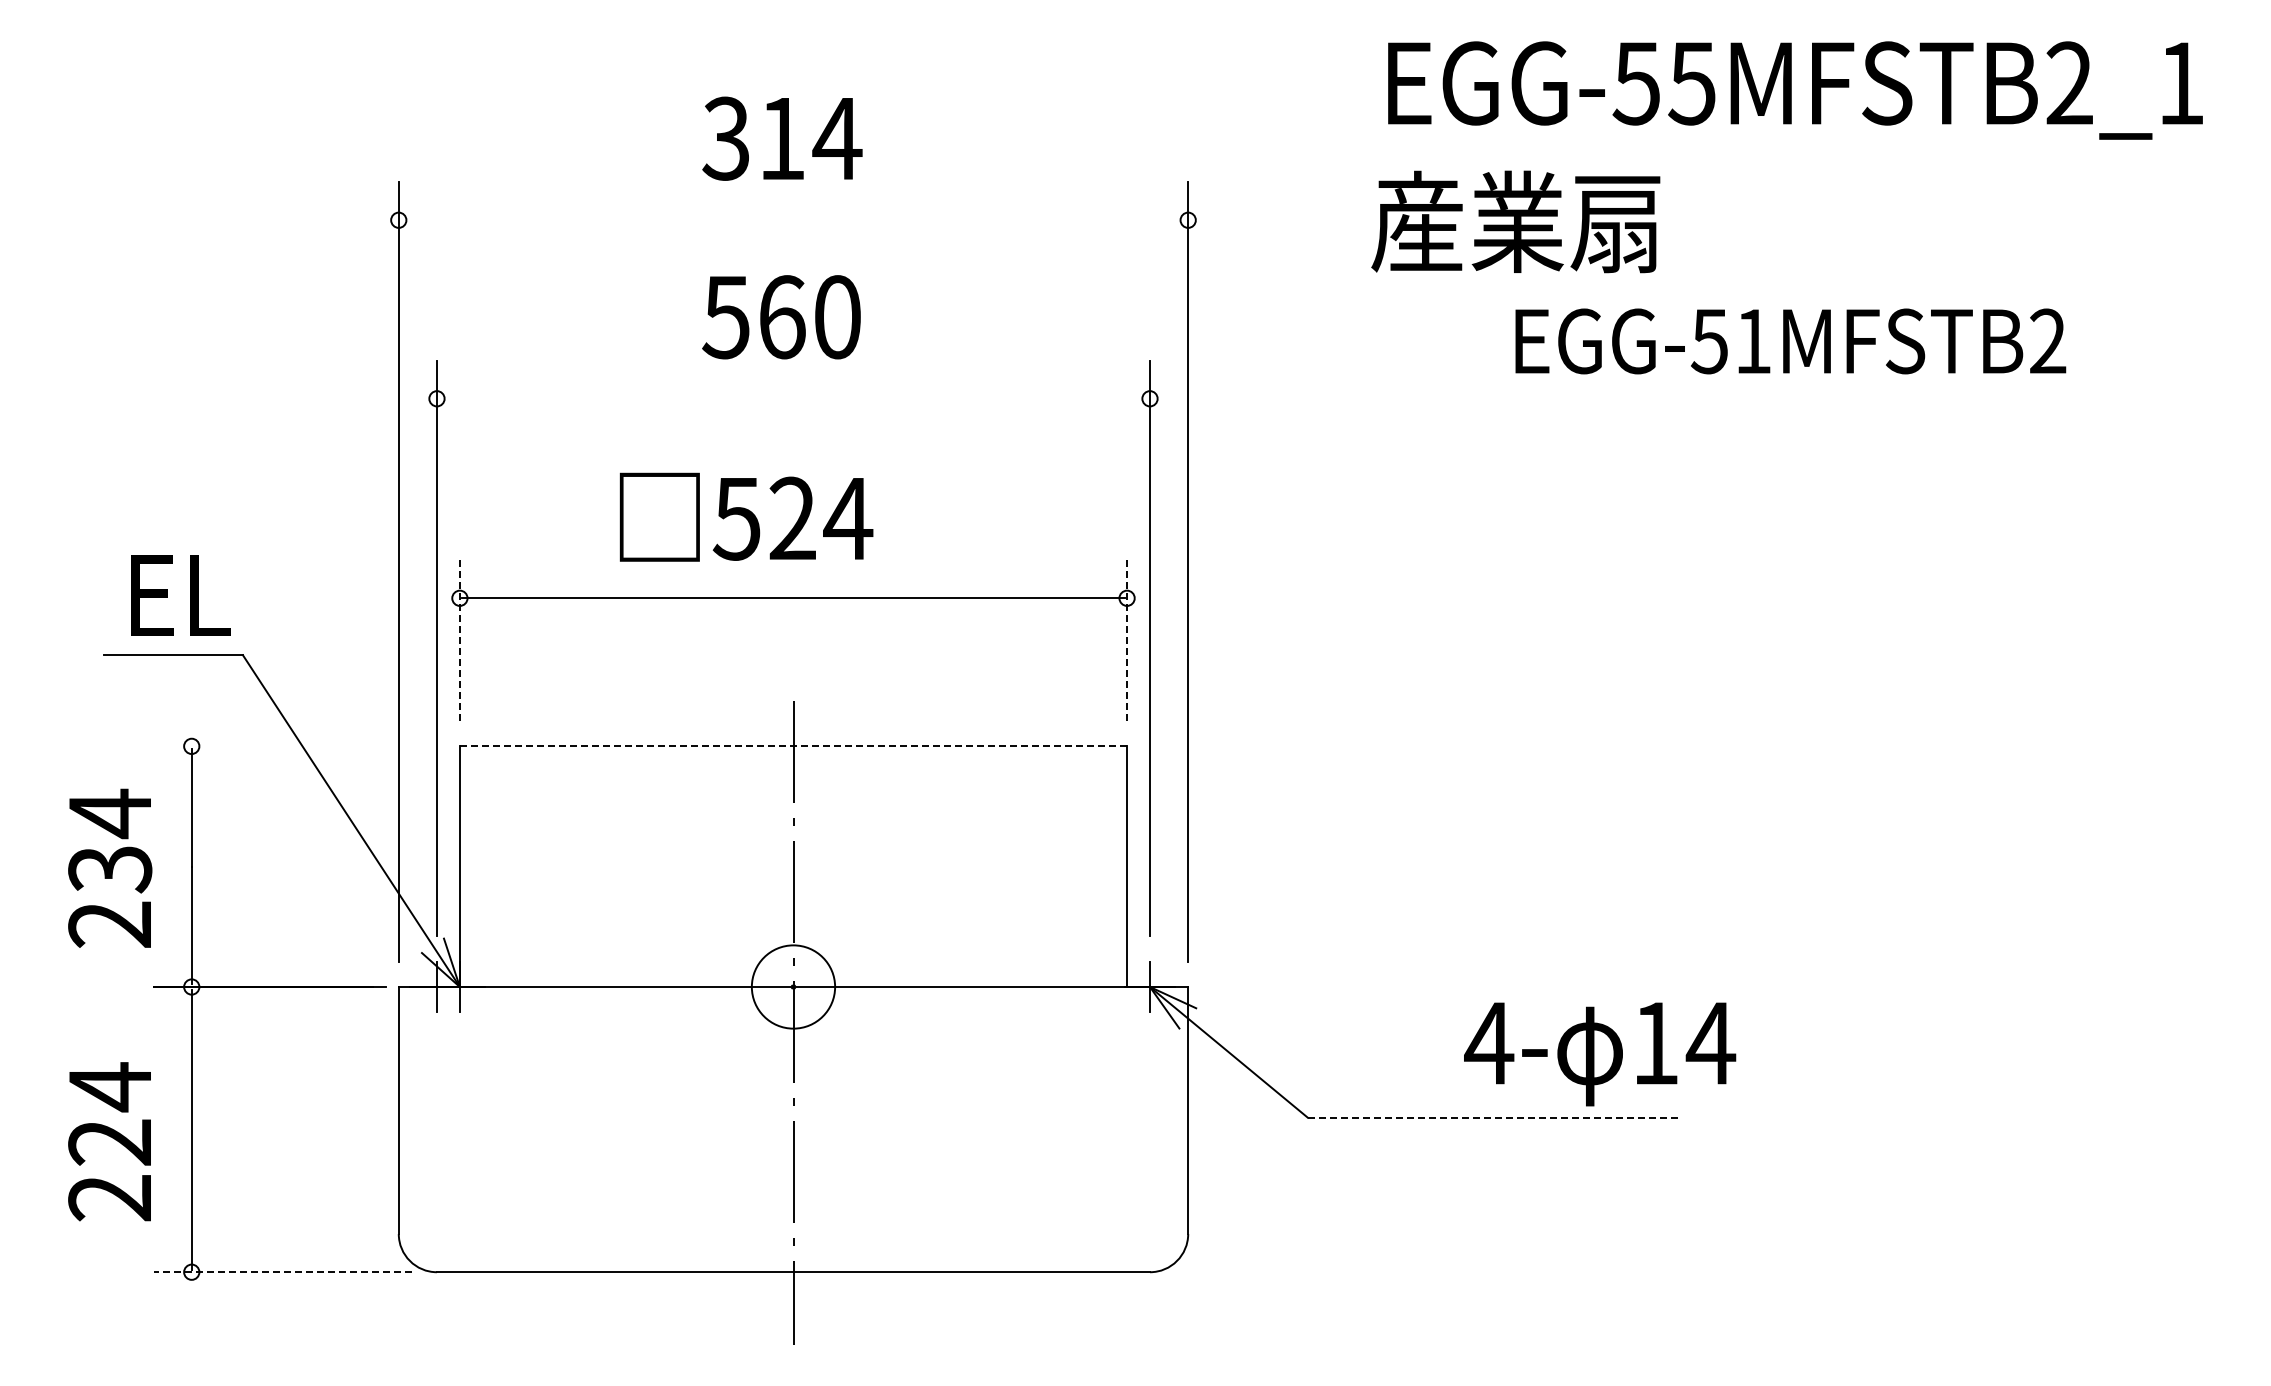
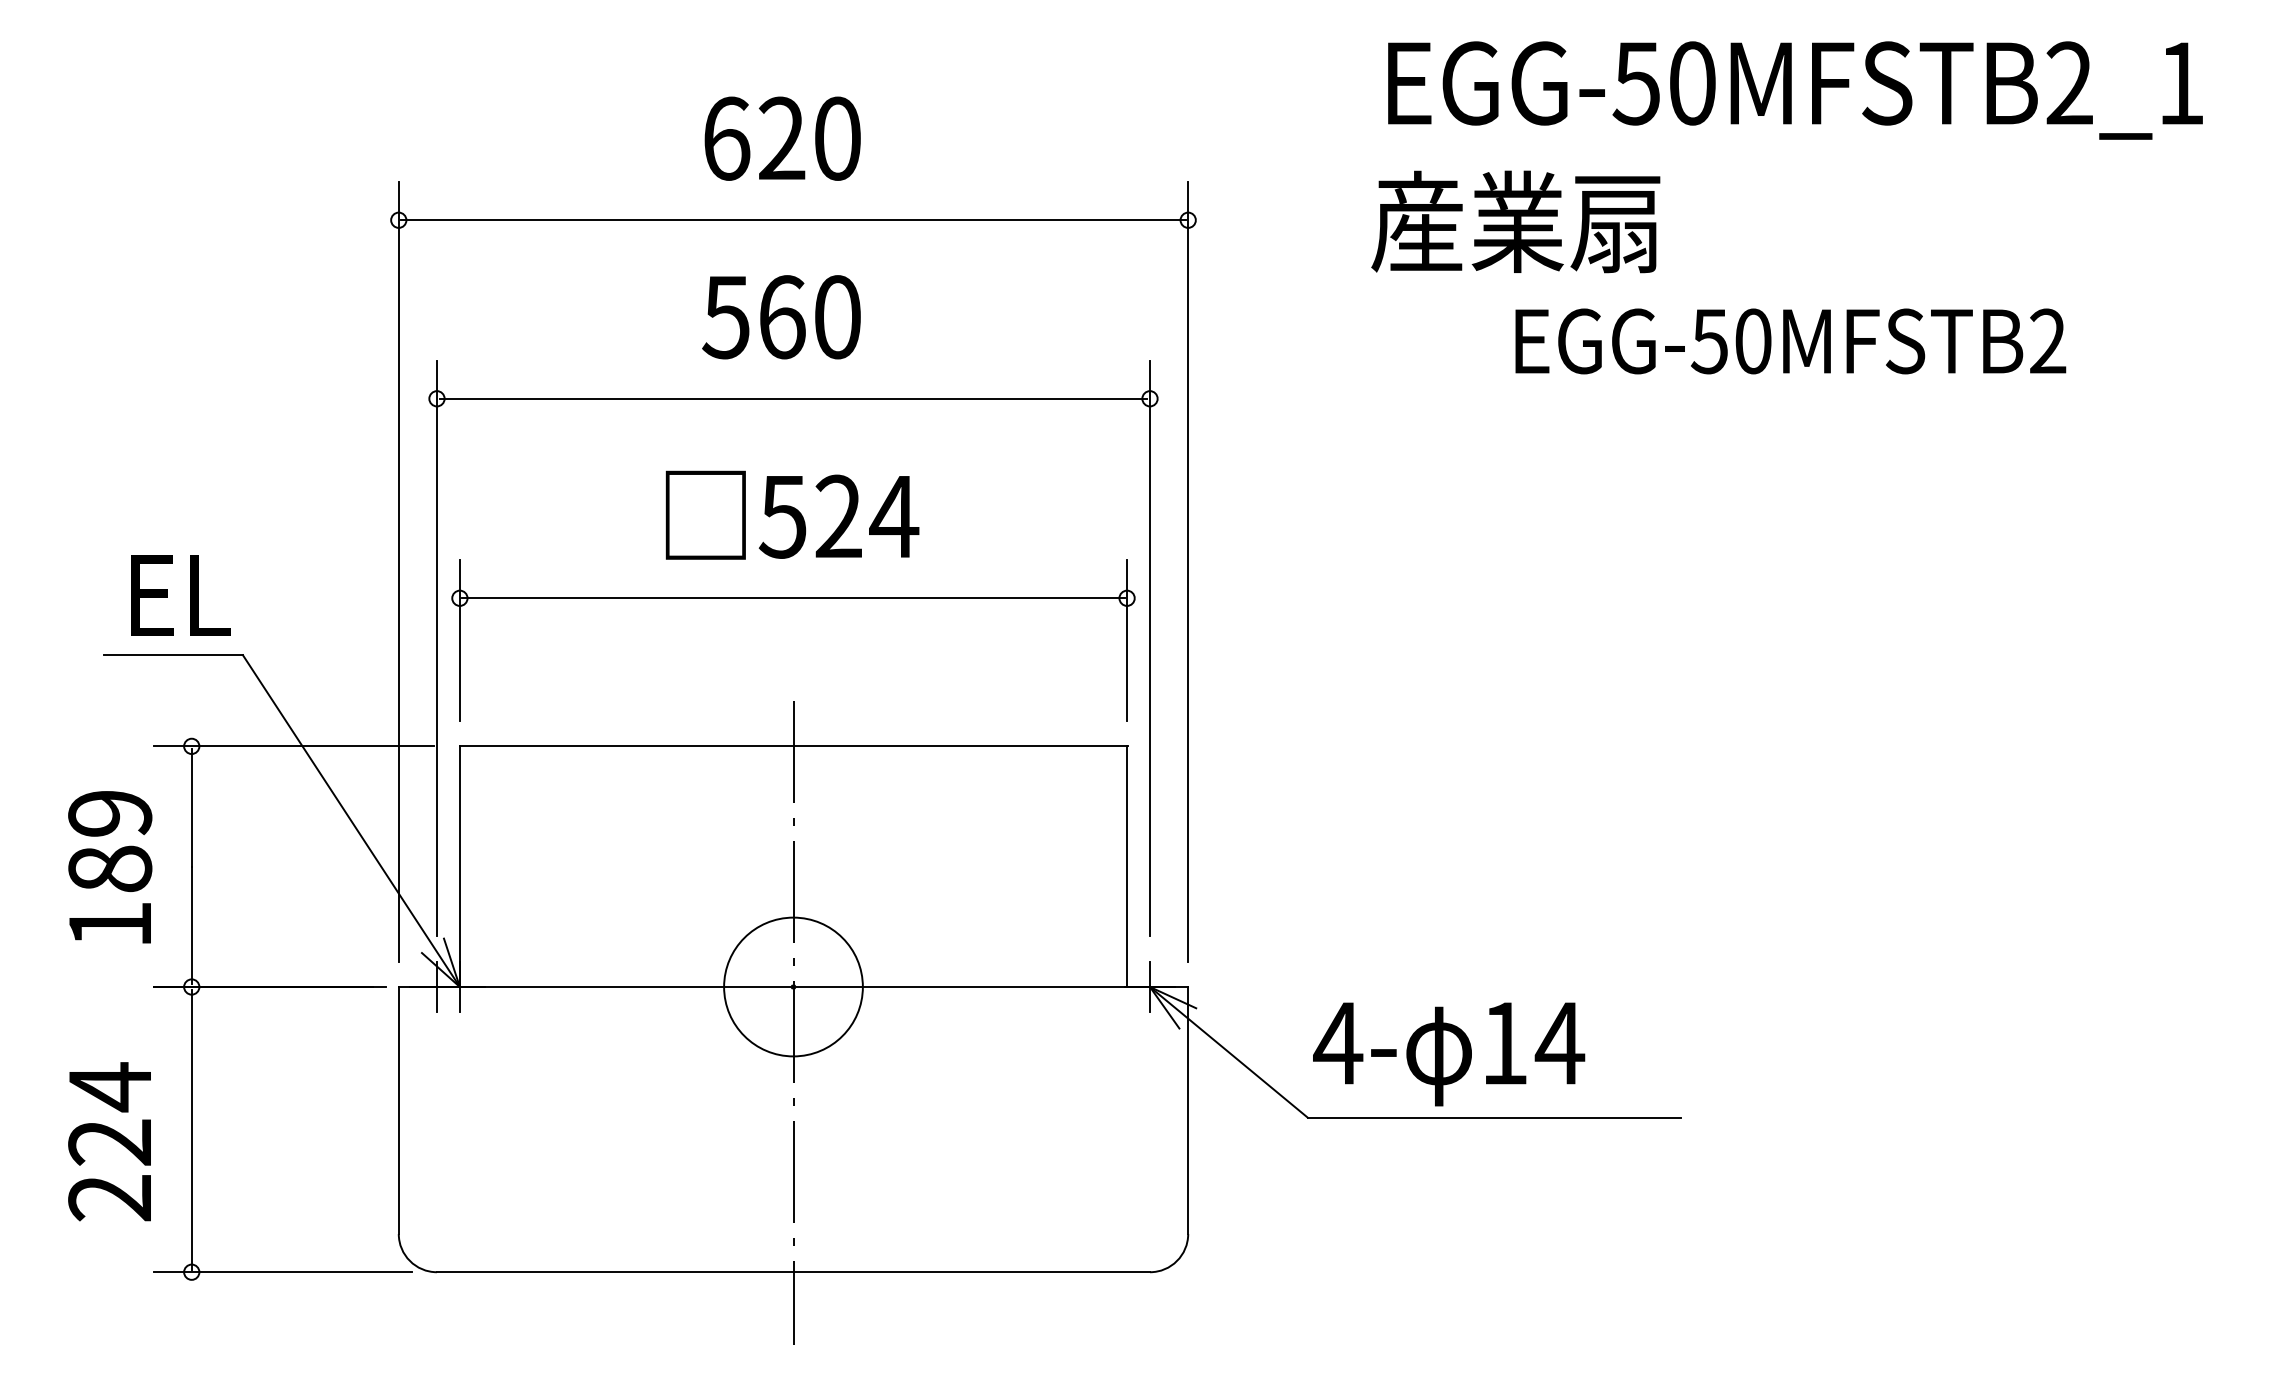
text at (1691, 83): EGG-55MFSTB2_1 -> EGG-50MFSTB2_1
text at (782, 138): 314 -> 620
line at (793, 220): none -> present
text at (1753, 341): EGG-51MFSTB2 -> EGG-50MFSTB2
line at (793, 398): none -> present
text at (746, 516) position: (746, 516) -> (792, 514)
line at (459, 640): dashed -> solid
line at (1127, 640): dashed -> solid
line at (293, 746): none -> present
line at (793, 746): dashed -> solid
text at (110, 867): 234 -> 189
circle at (793, 986) diameter: 83 px -> 139 px
text at (1600, 1054) position: (1600, 1054) -> (1449, 1054)
line at (1494, 1117): dashed -> solid
line at (282, 1272): dashed -> solid
